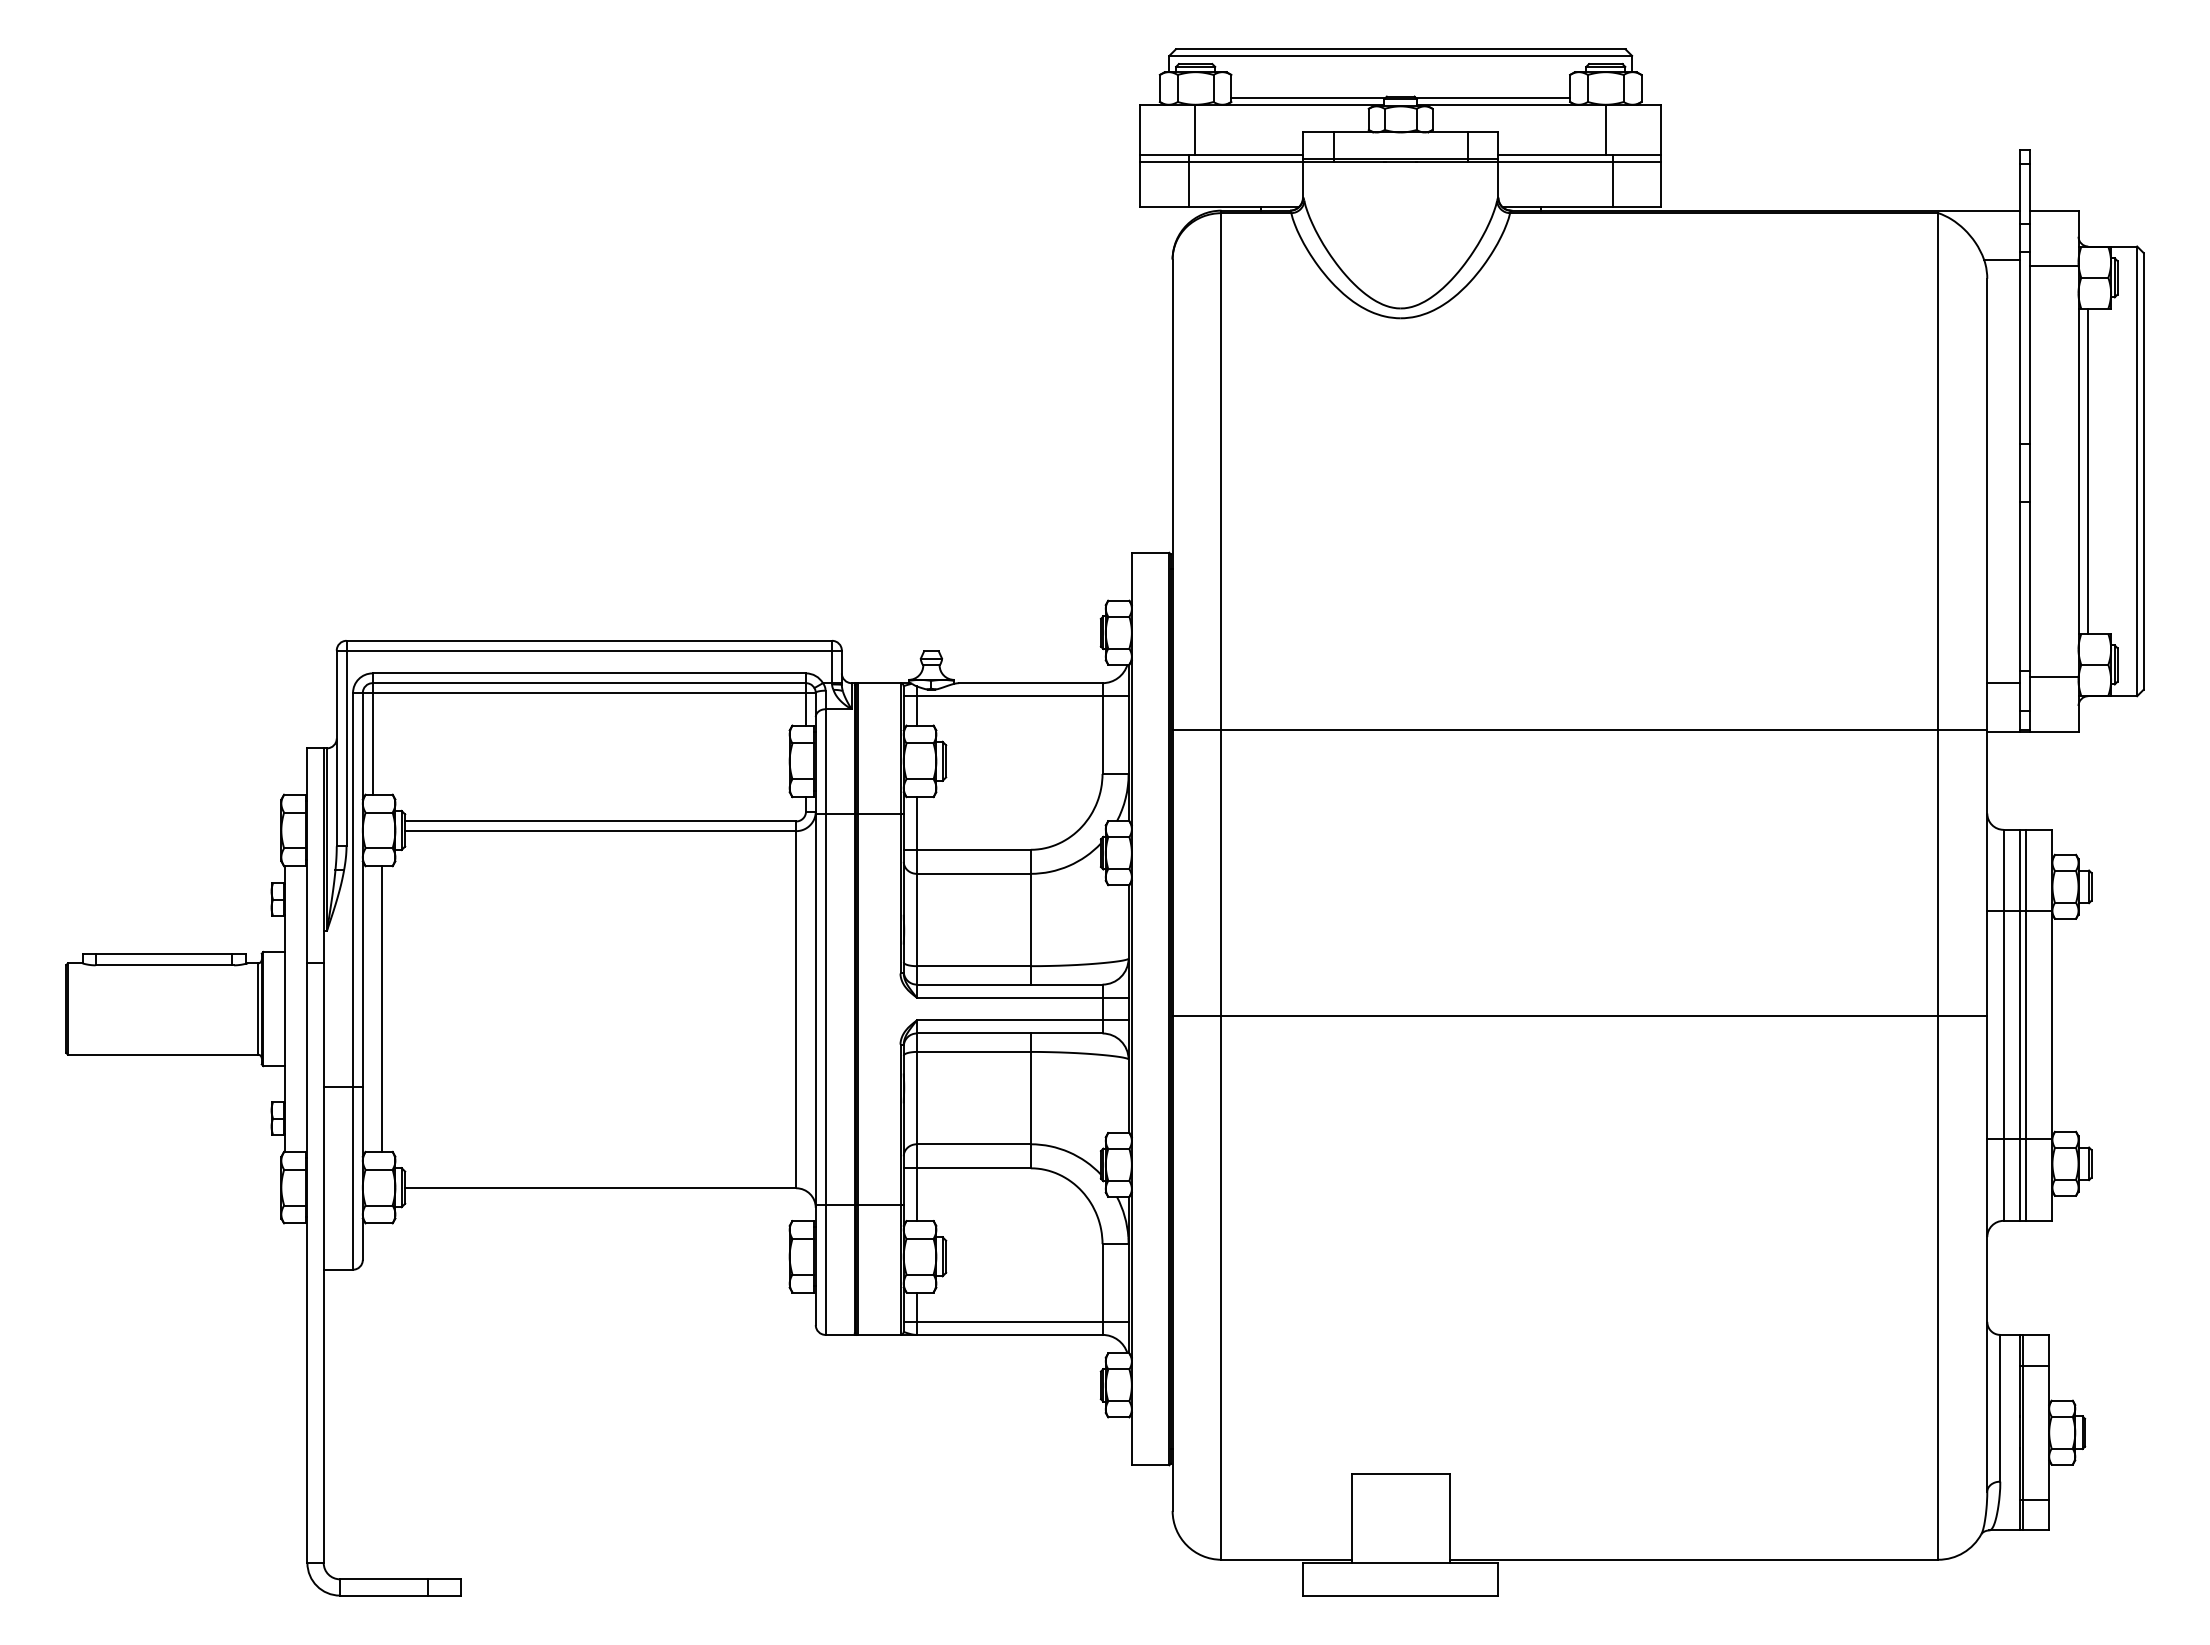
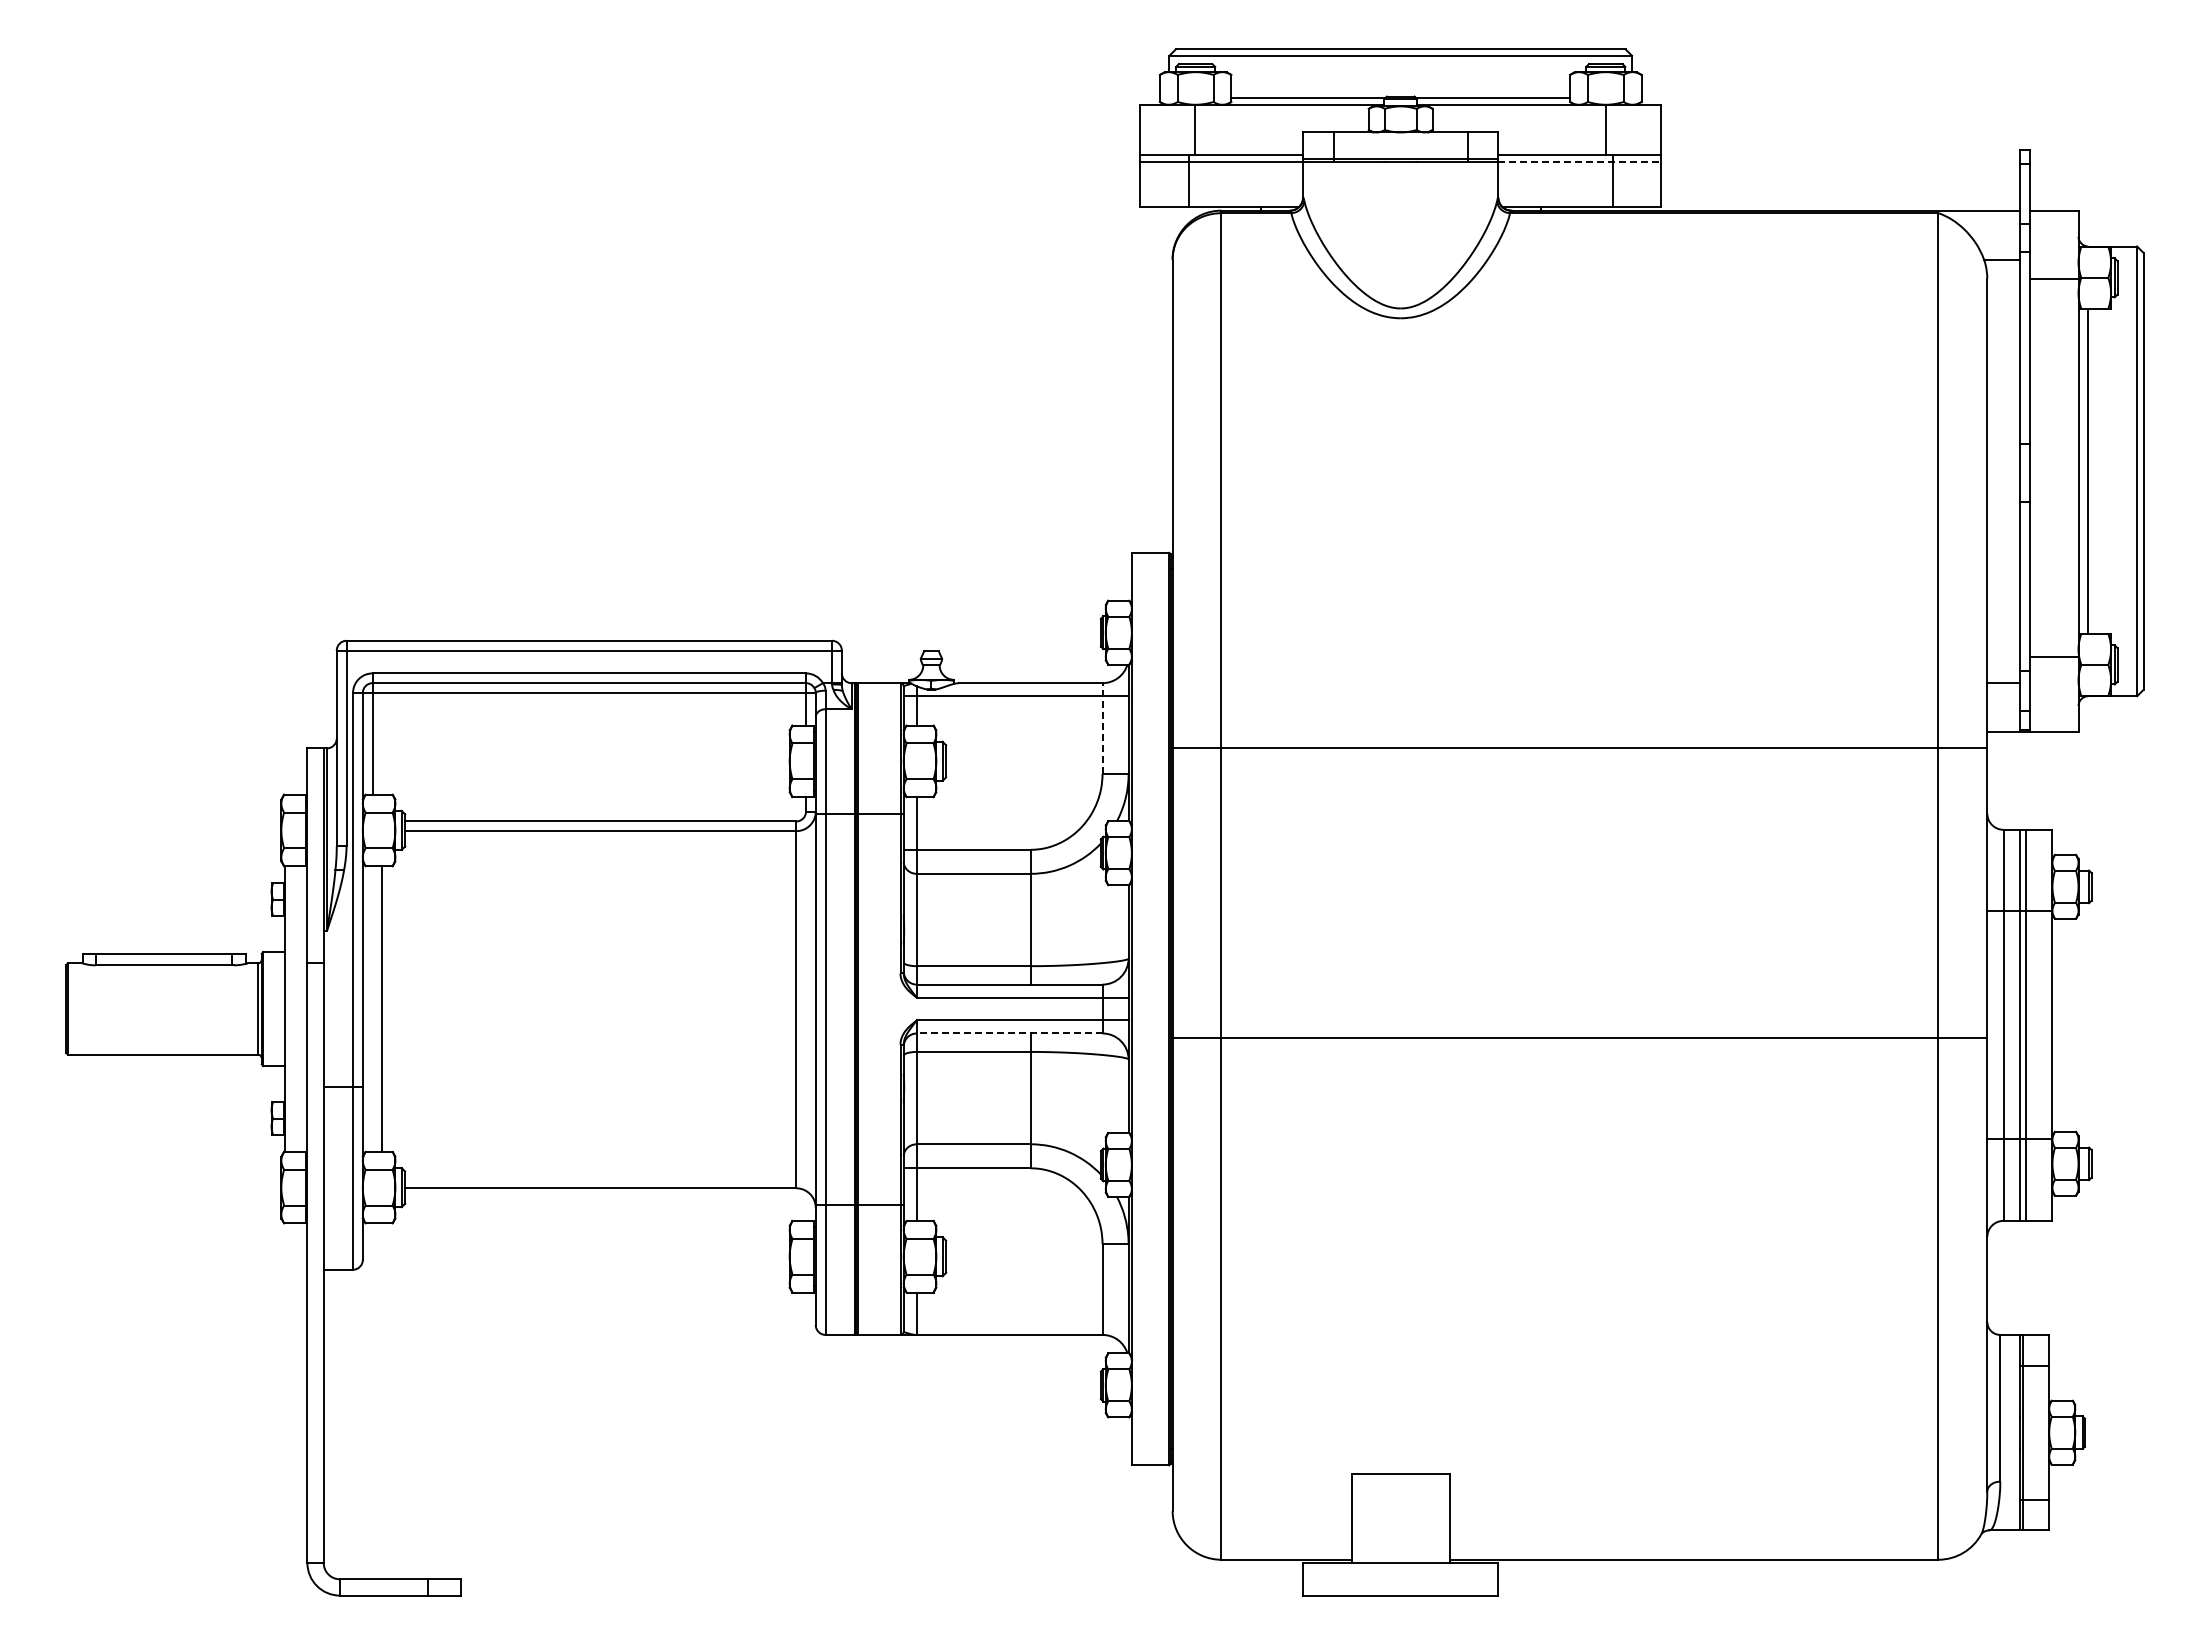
line at (1579, 161): solid -> dashed
line at (2053, 266) position: (2053, 266) -> (2053, 279)
line at (2053, 676) position: (2053, 676) -> (2053, 656)
line at (1102, 728): solid -> dashed
line at (1579, 729) position: (1579, 729) -> (1579, 747)
line at (1579, 1015) position: (1579, 1015) -> (1579, 1037)
line at (1009, 1033): solid -> dashed
line at (1015, 1321): present -> none
